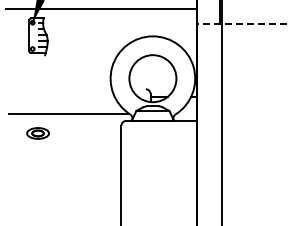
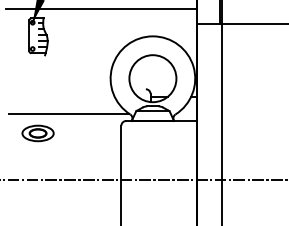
line at (242, 24): dashed -> solid
part at (37, 133) size: 24x13 px -> 34x19 px
line at (143, 179): none -> present
